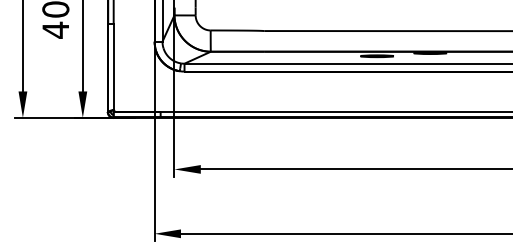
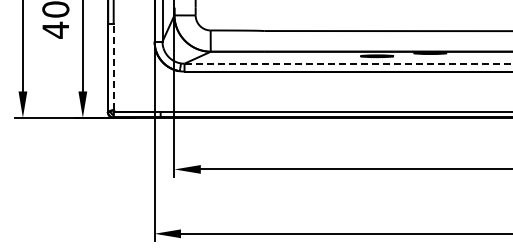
line at (348, 63): solid -> dashed
line at (113, 66): solid -> dashed
